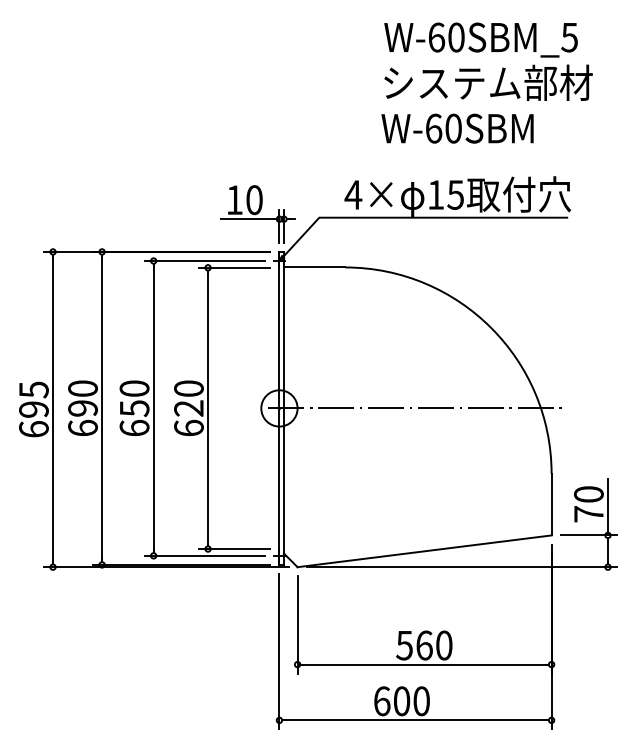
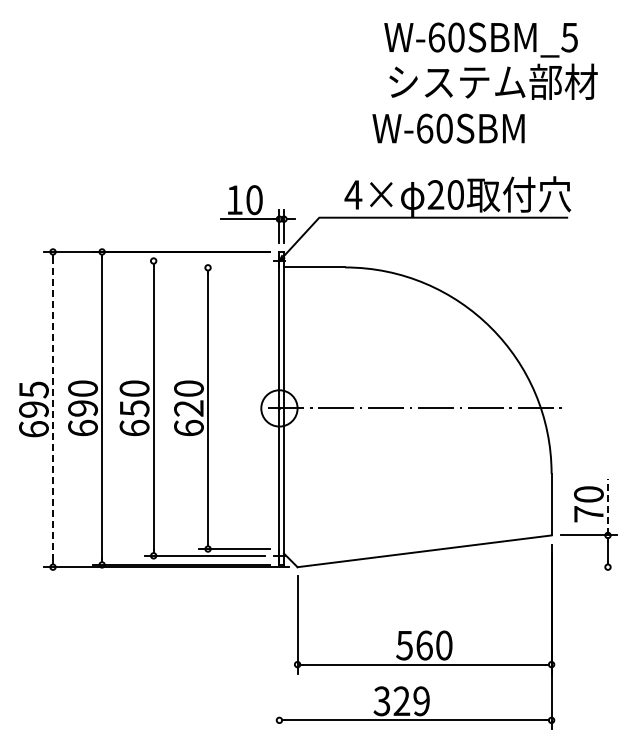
text at (488, 82) position: (488, 82) -> (493, 81)
text at (457, 128) position: (457, 128) -> (448, 128)
text at (445, 194): 15 -> 20
line at (204, 261): present -> none
line at (234, 267): present -> none
line at (53, 410): solid -> dashed
line at (607, 506): solid -> dashed
line at (461, 567): present -> none
line at (279, 651): present -> none
text at (401, 701): 600 -> 329
